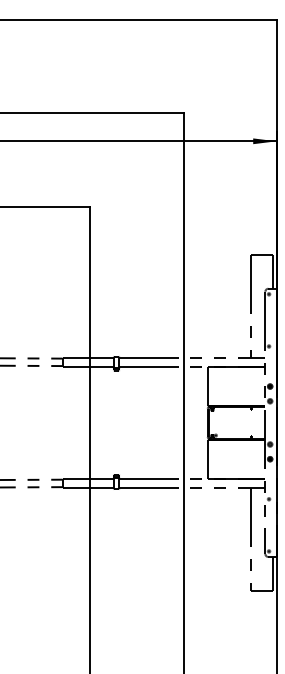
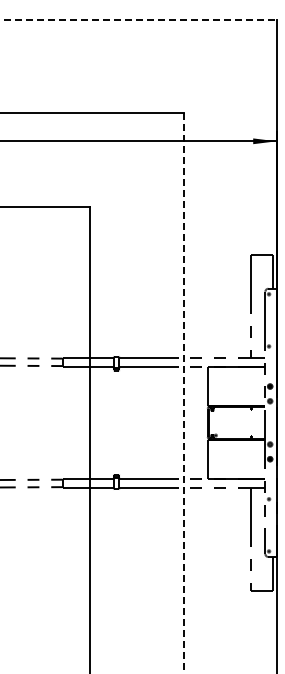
line at (138, 20): solid -> dashed
line at (183, 393): solid -> dashed
